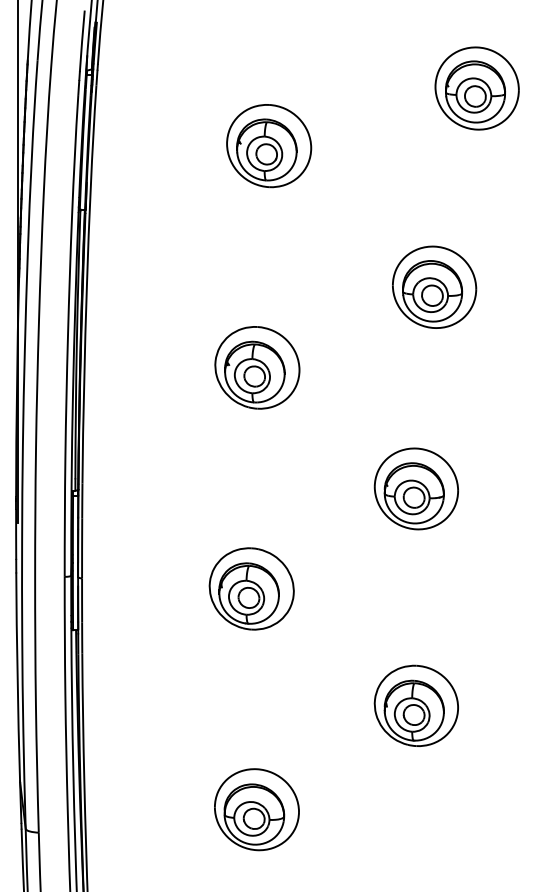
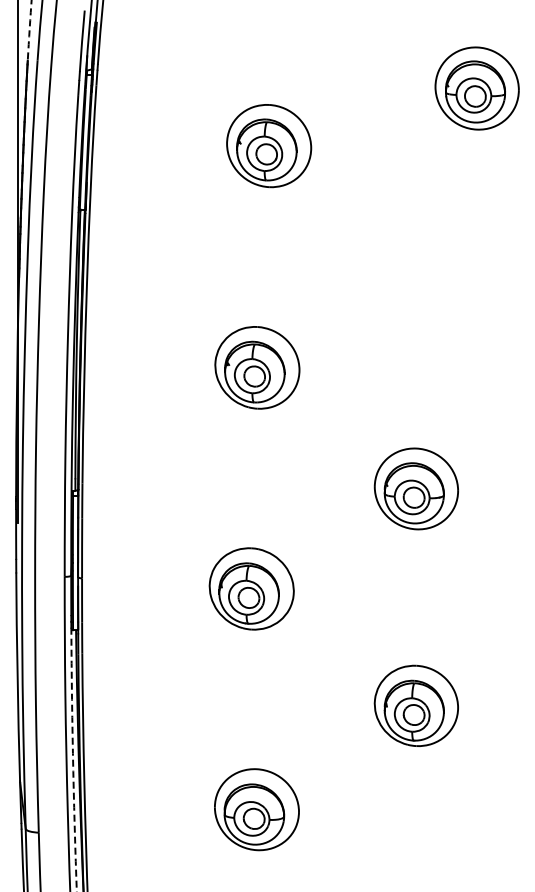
arc at (29, 30): solid -> dashed
part at (434, 286): present -> none
arc at (73, 760): solid -> dashed
